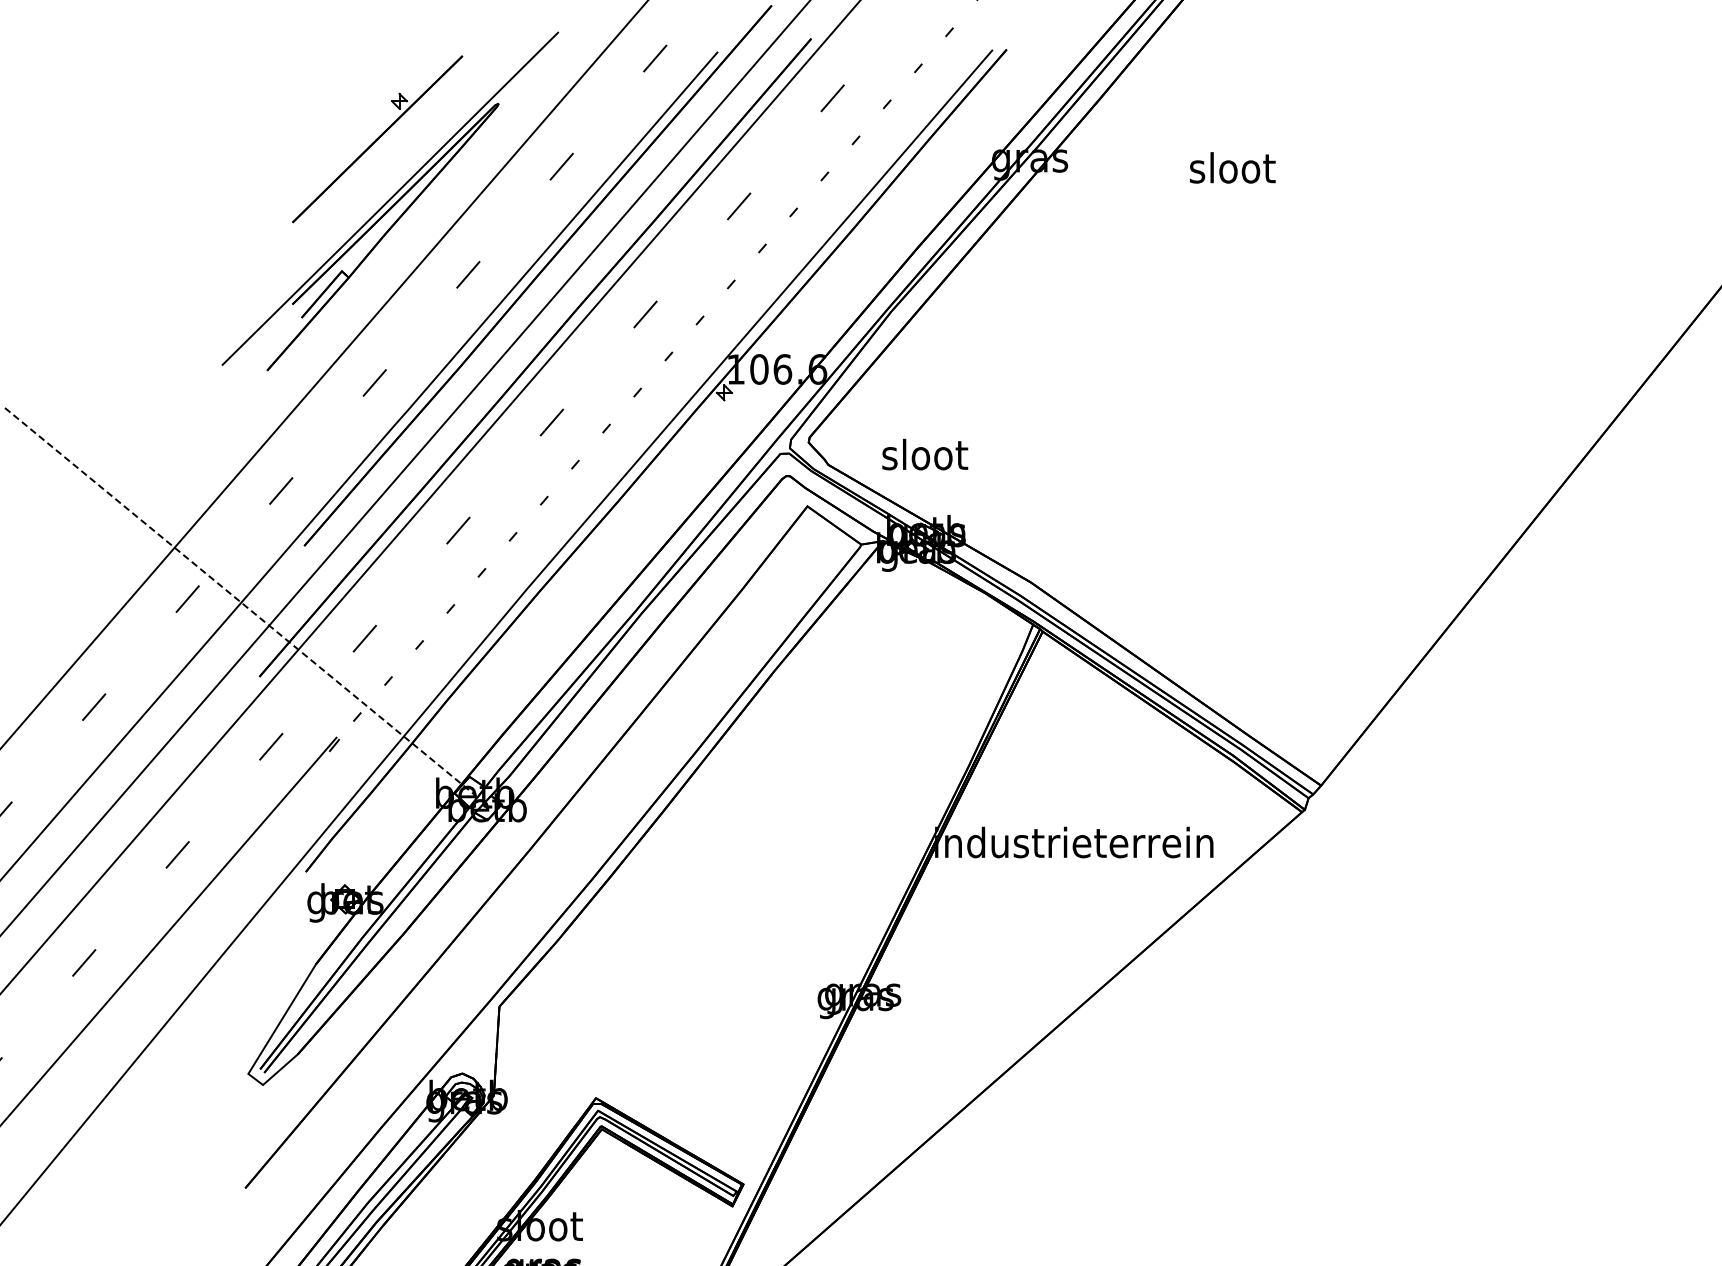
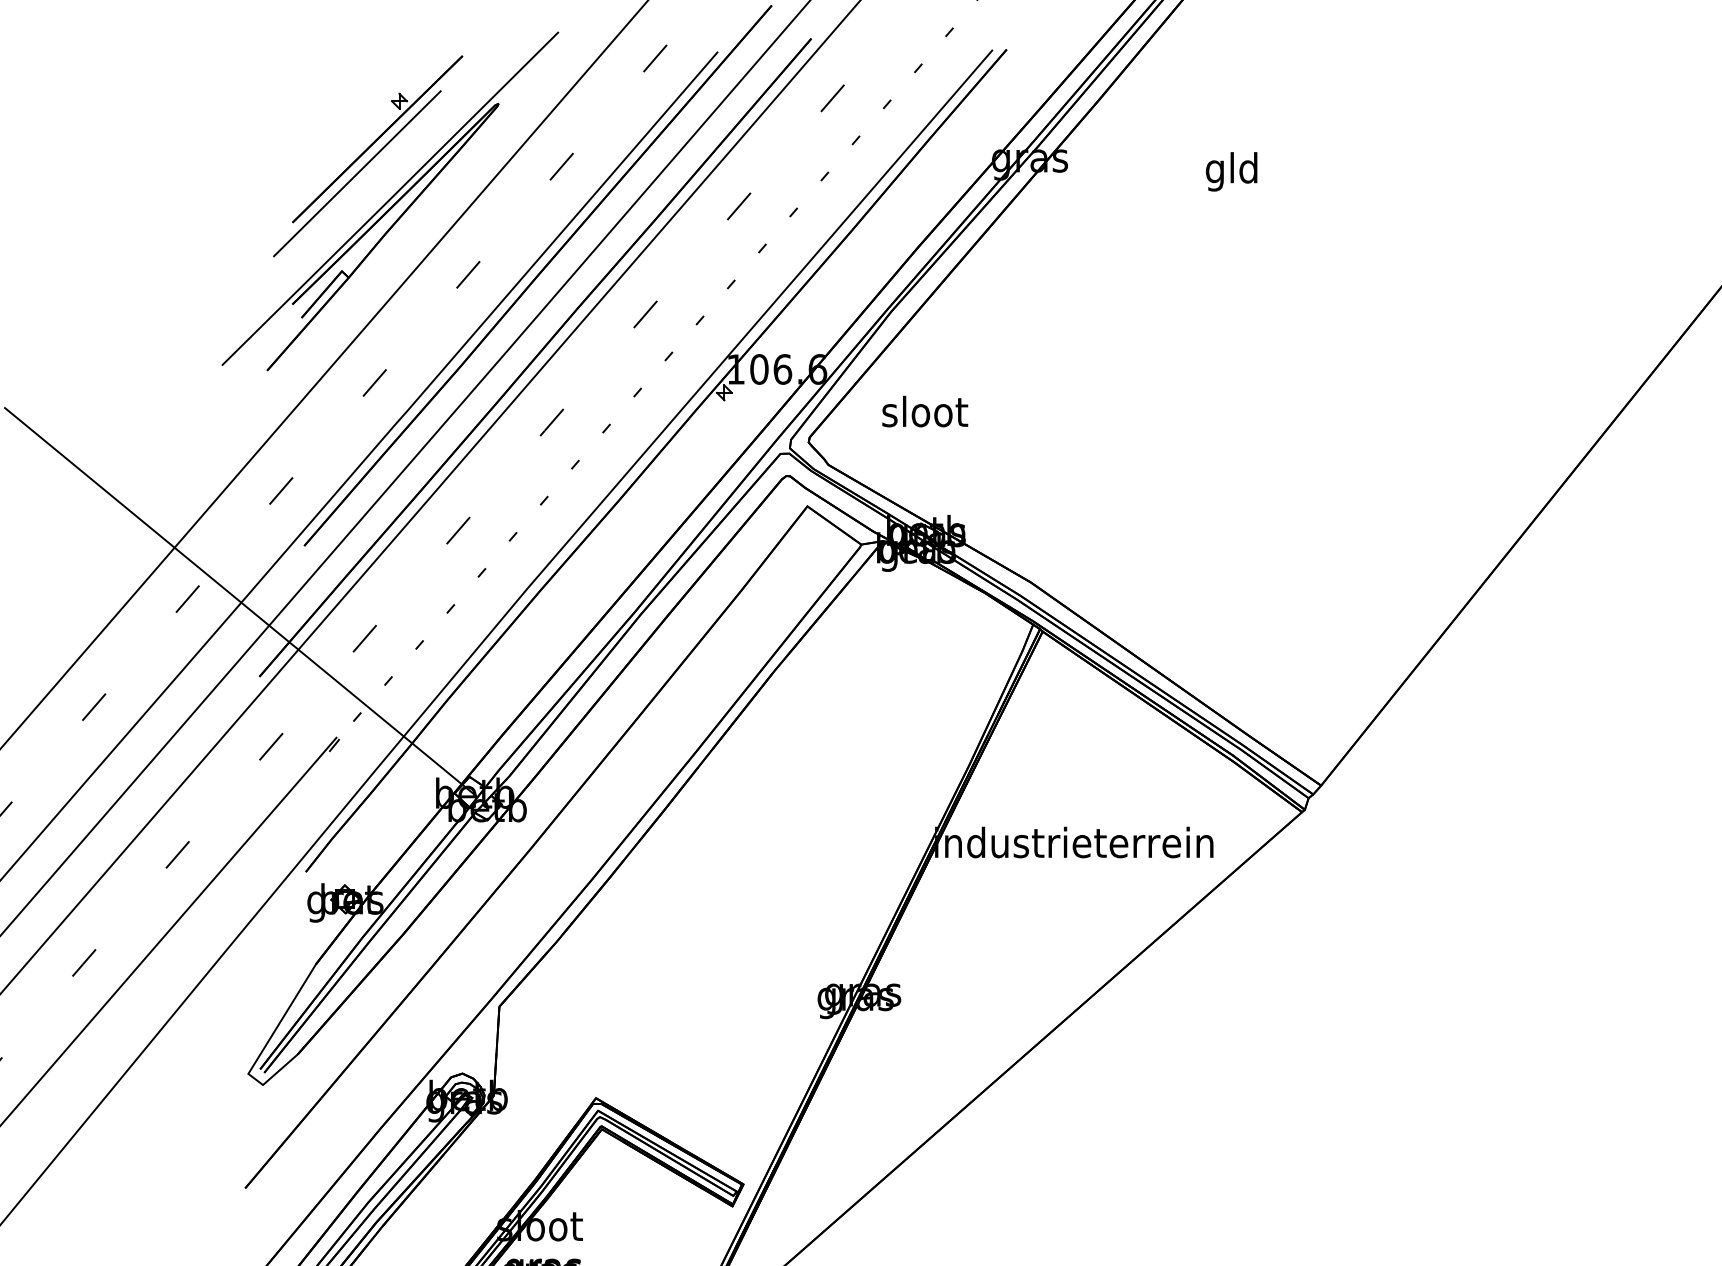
text at (1232, 171): sloot -> gld
line at (357, 173): none -> present
text at (925, 454) position: (925, 454) -> (925, 411)
line at (240, 602): dashed -> solid
